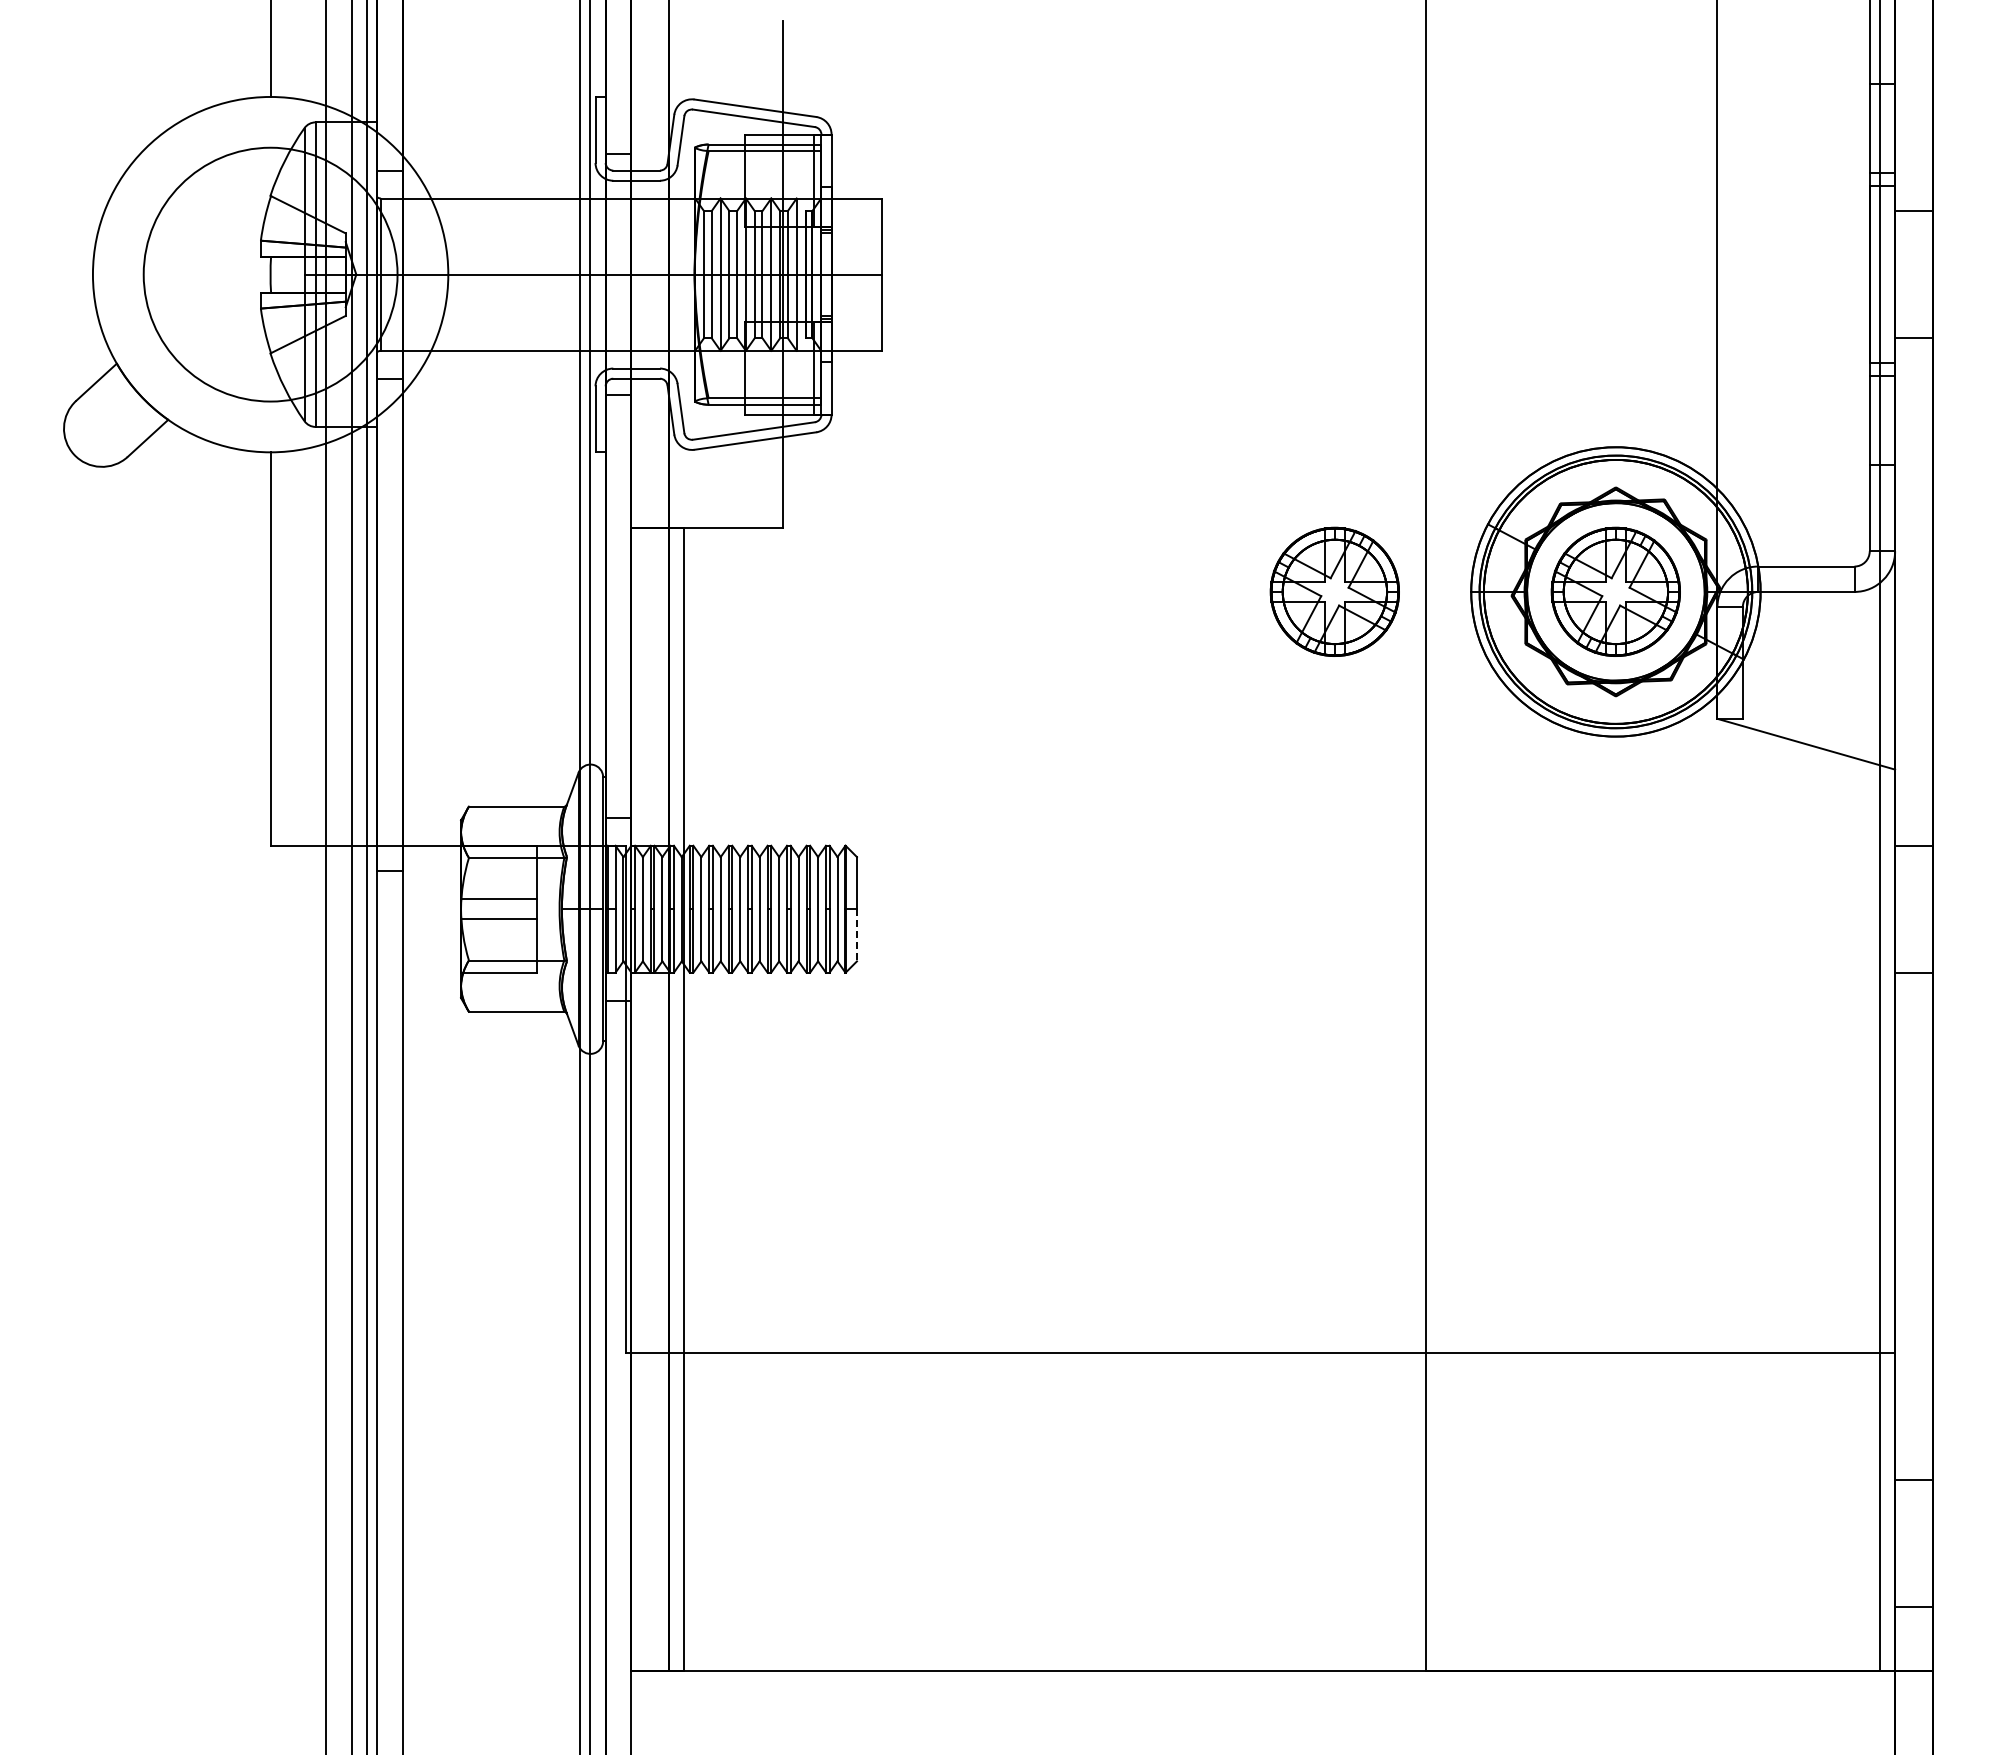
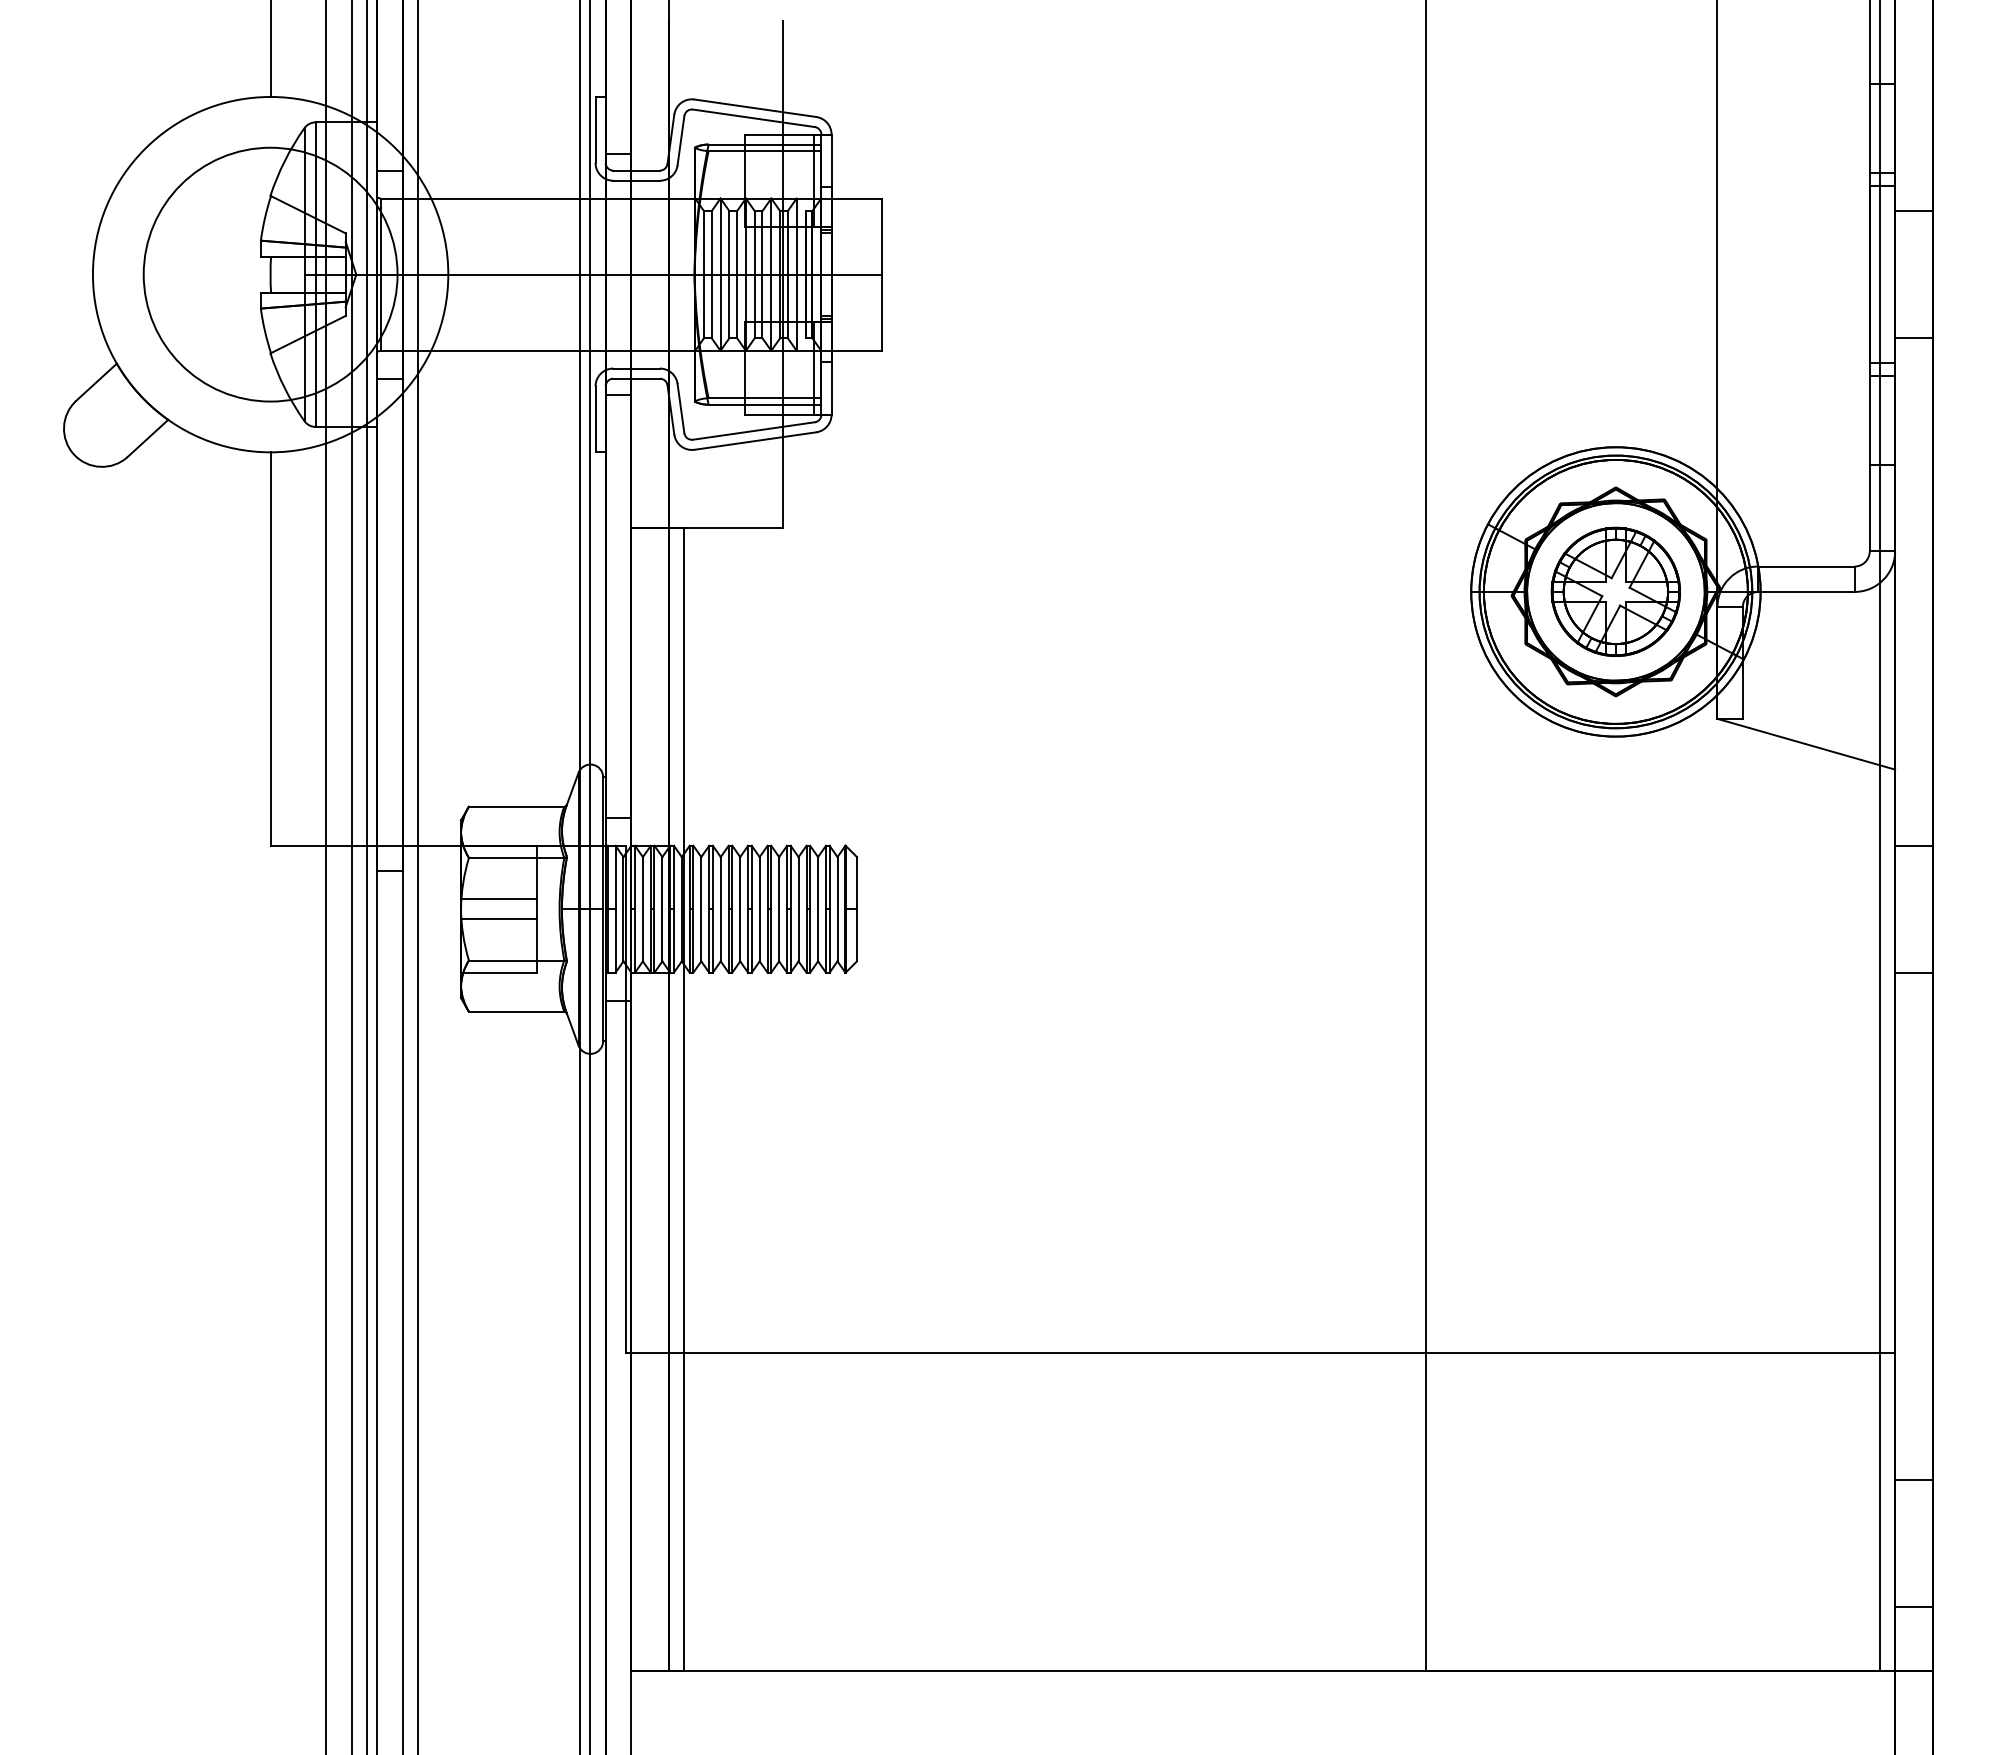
part at (1334, 591): present -> none
line at (417, 876): none -> present
line at (856, 935): dashed -> solid
